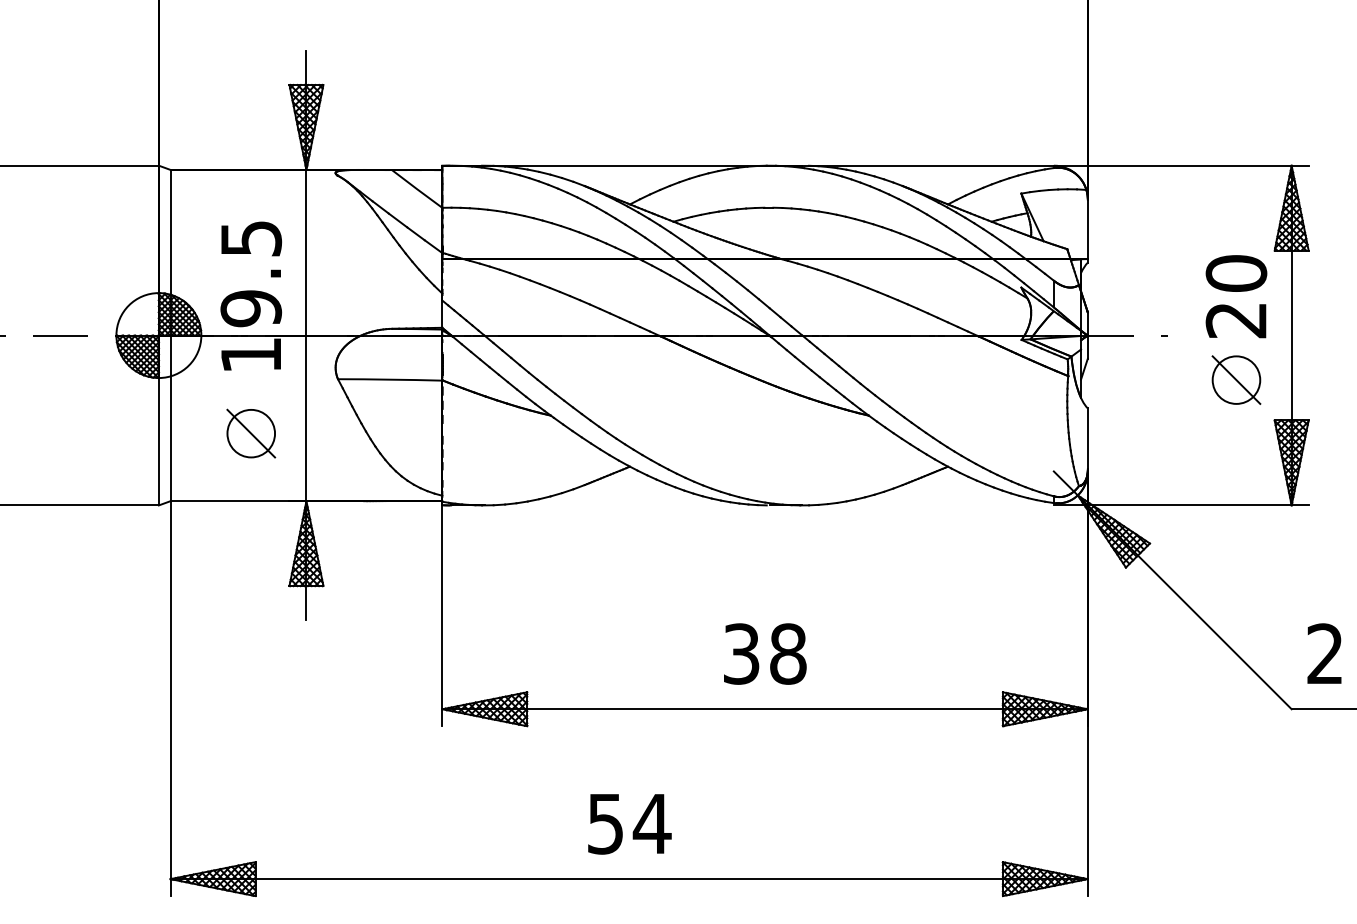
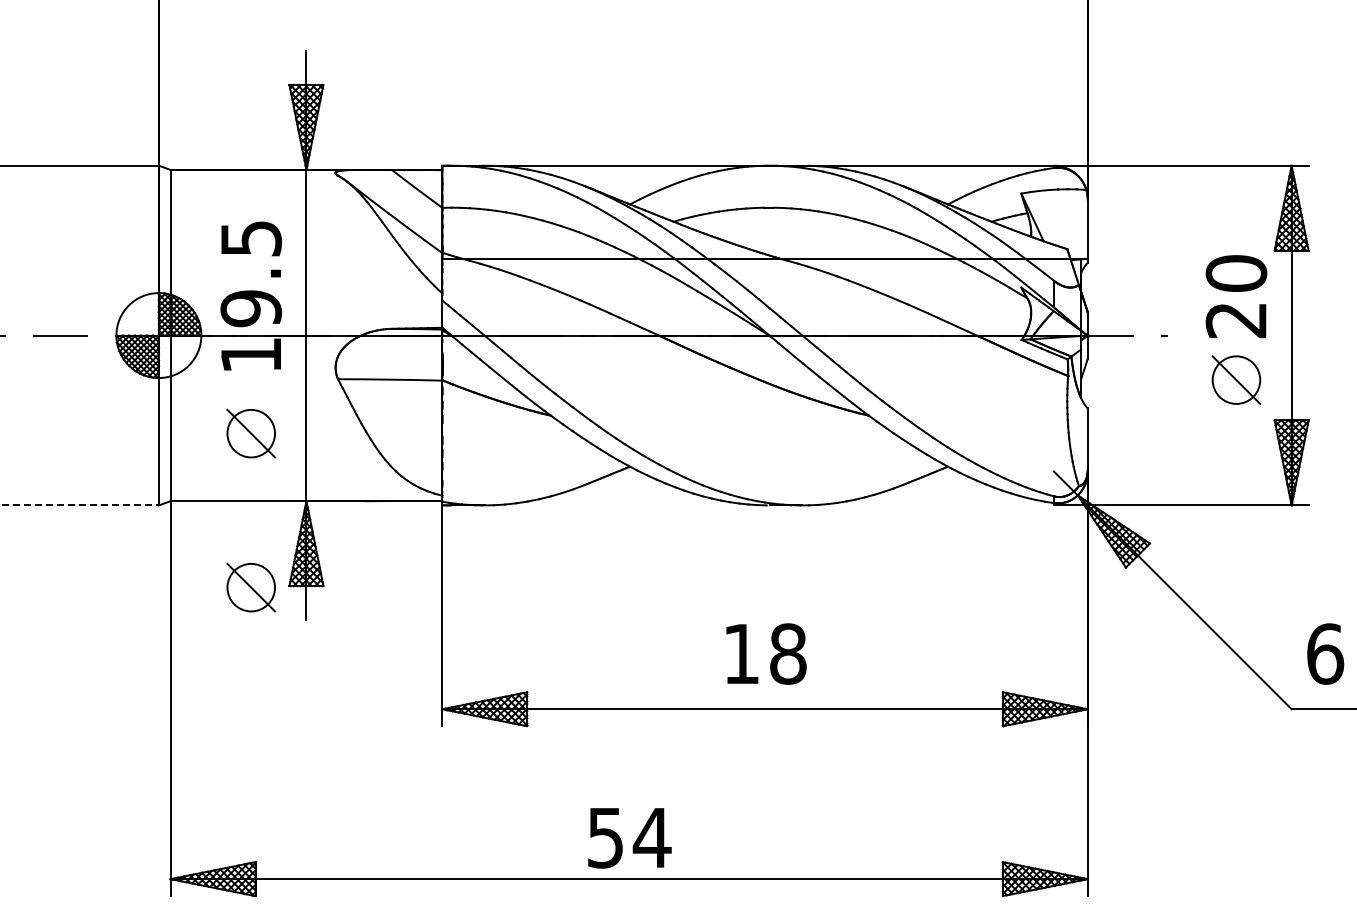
line at (79, 505): solid -> dashed
part at (251, 587): none -> present
text at (741, 653): 38 -> 18
text at (1325, 653): 2 -> 6
text at (629, 824) position: (629, 824) -> (629, 838)
